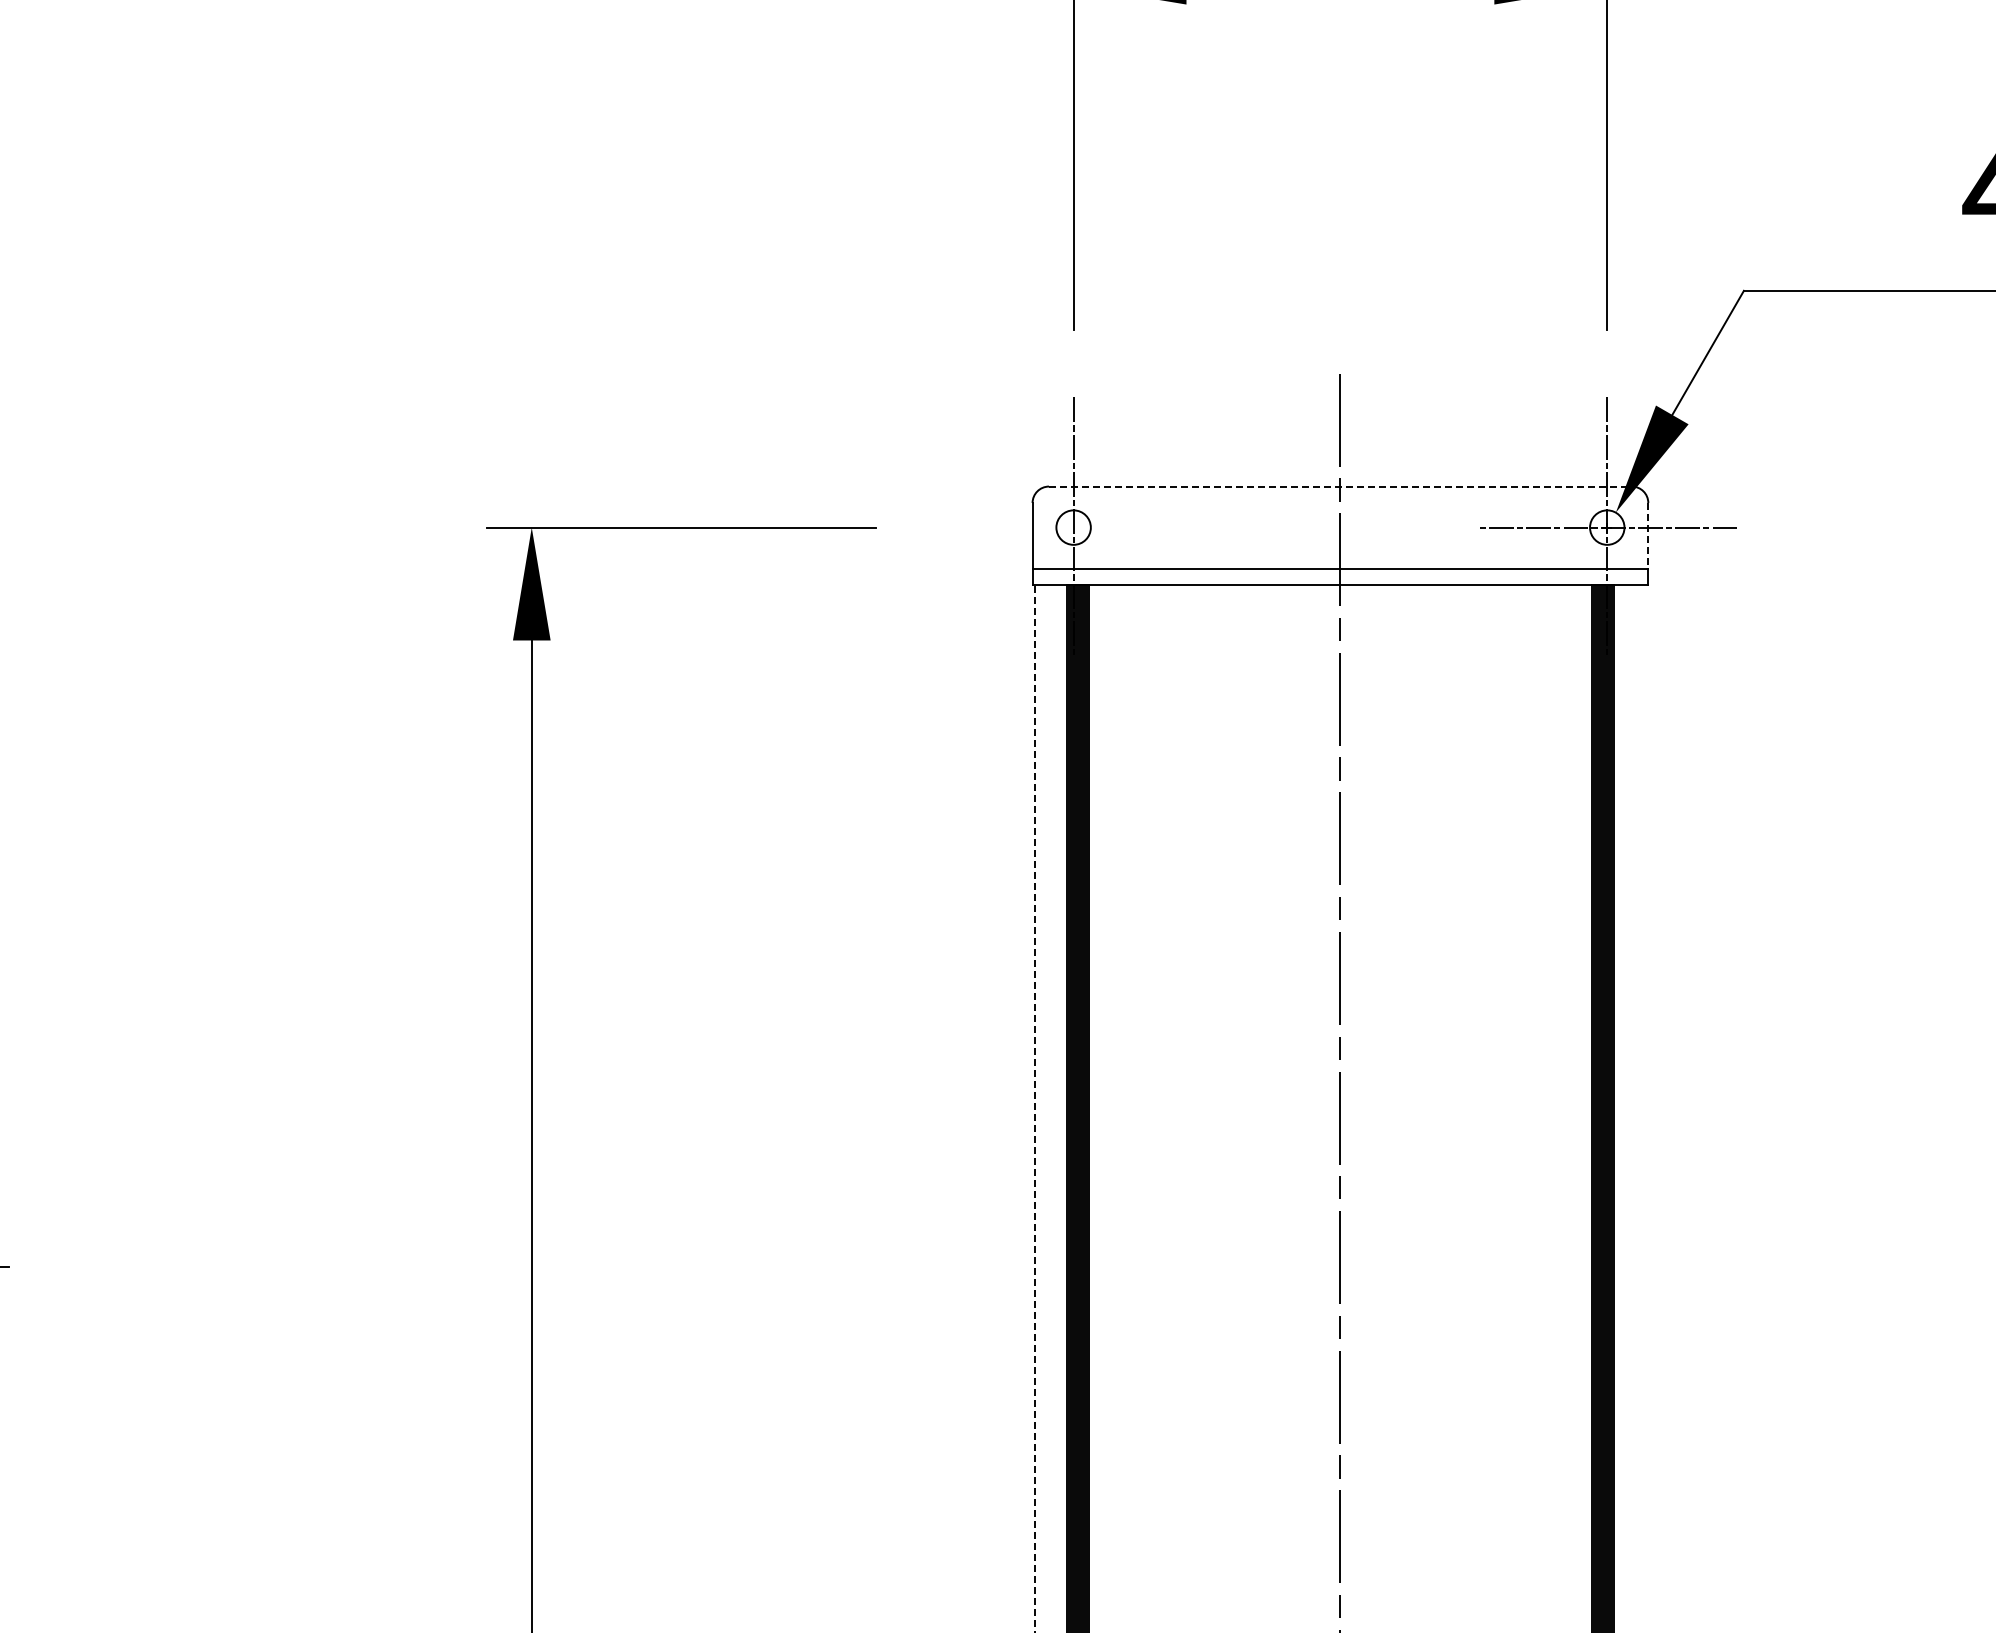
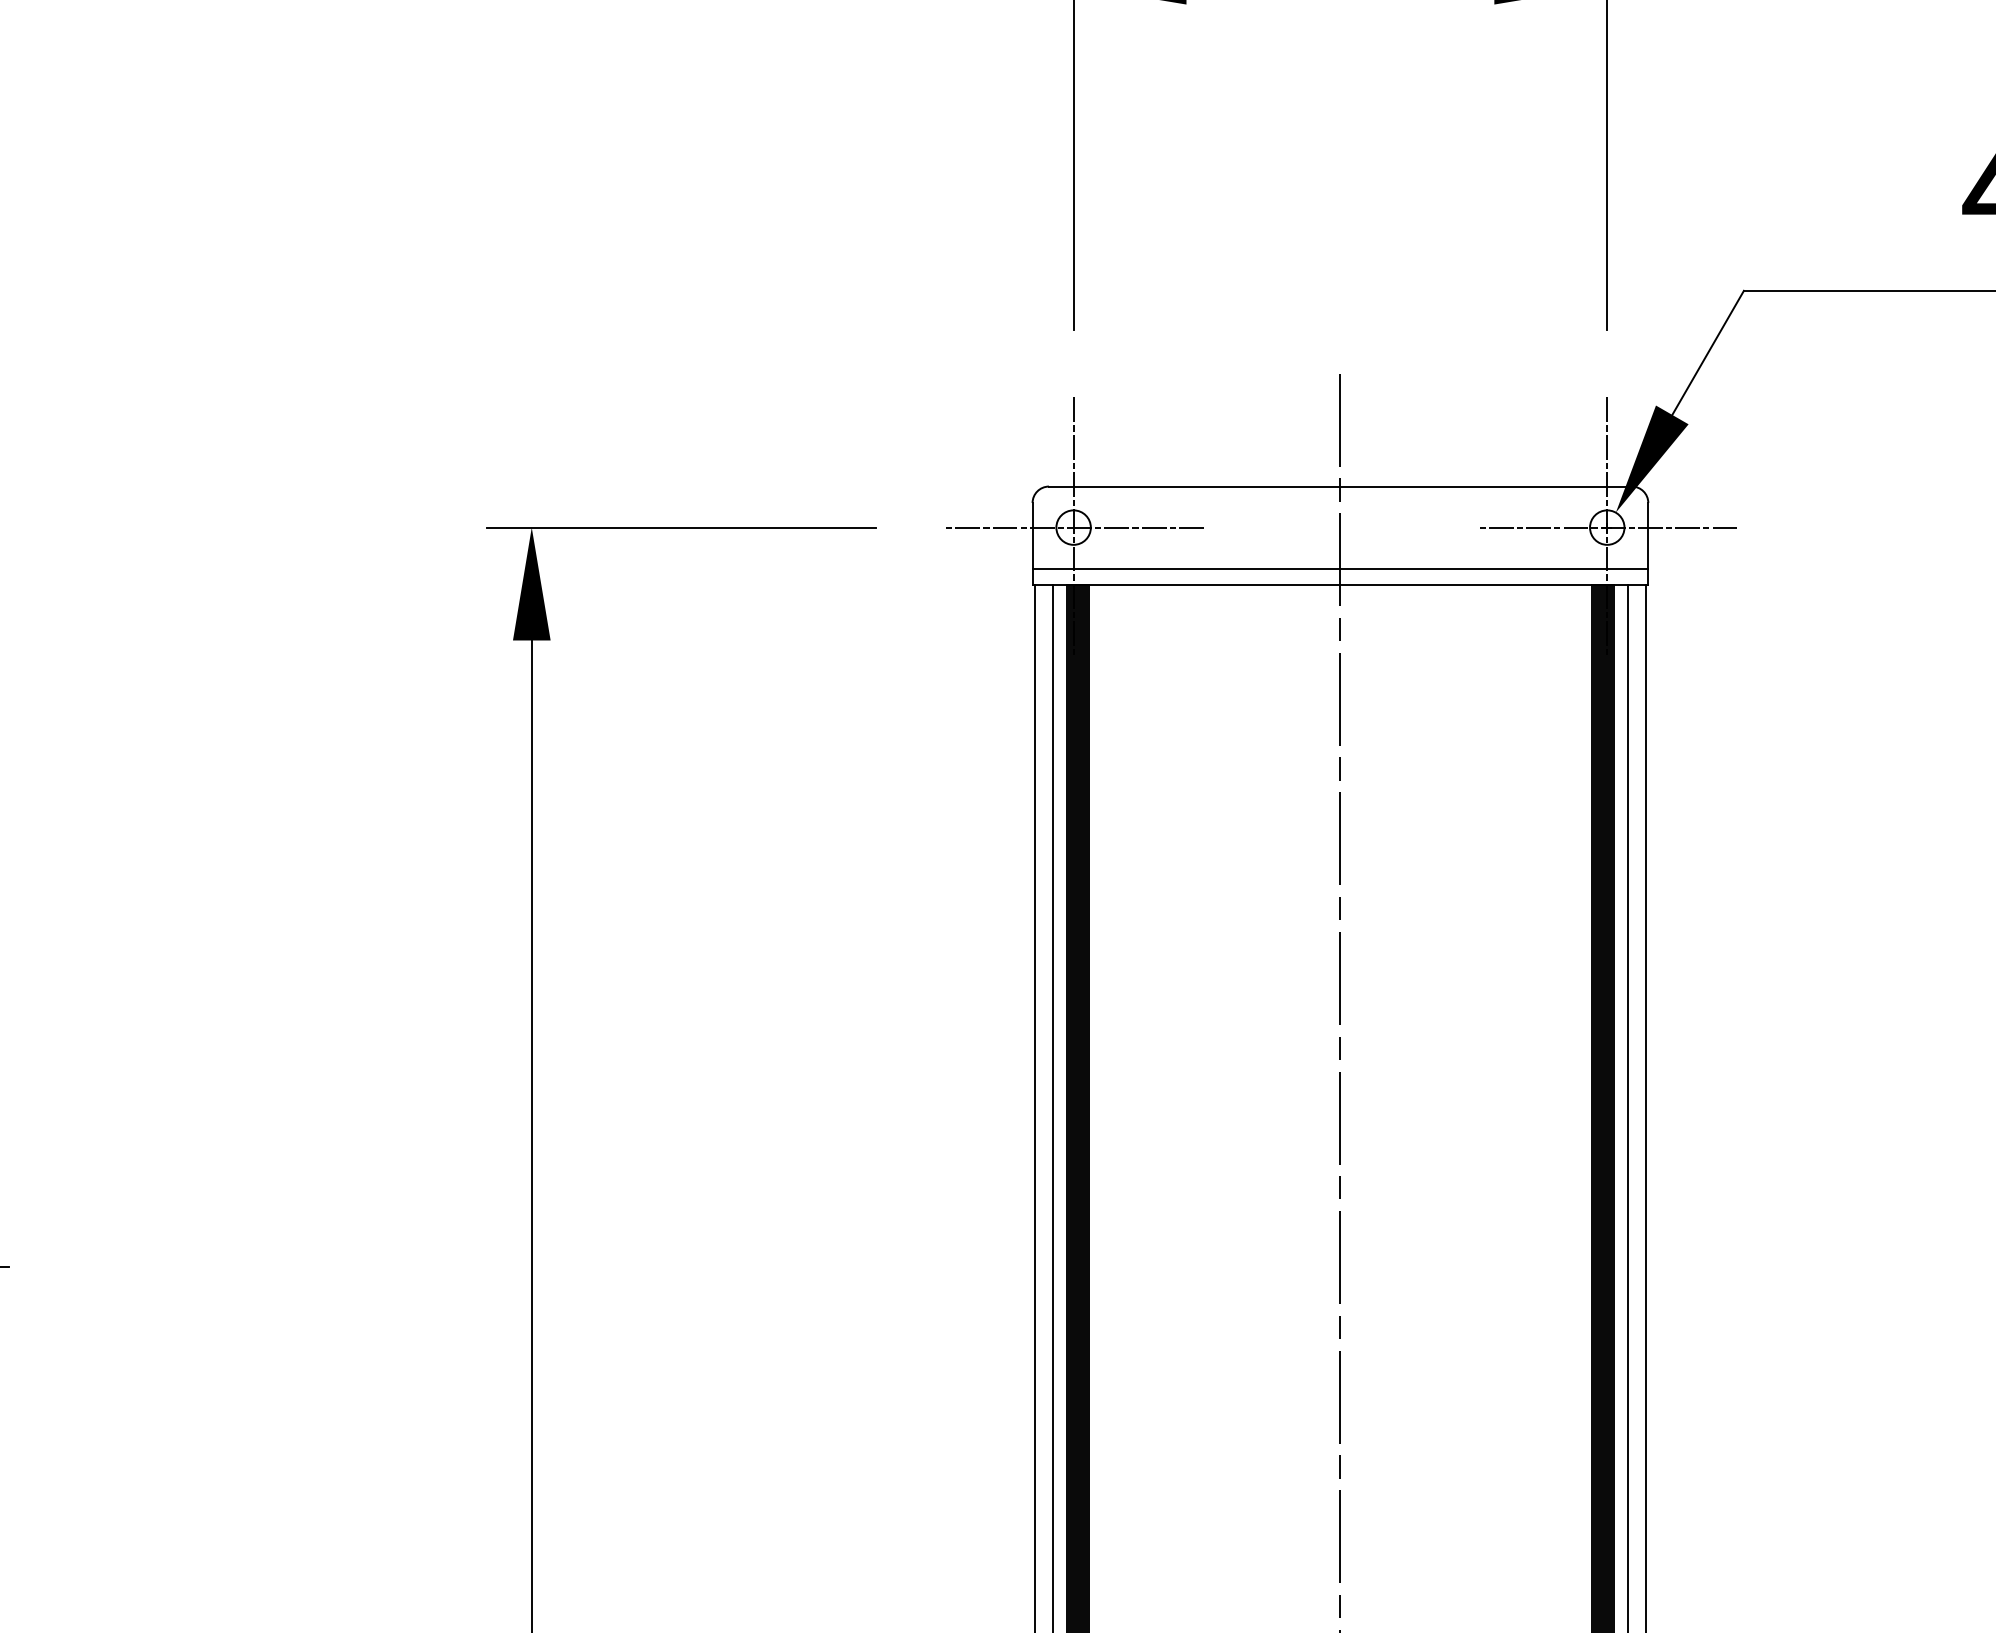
line at (1340, 486): dashed -> solid
line at (1073, 527): none -> present
line at (1648, 535): dashed -> solid
line at (1053, 1107): none -> present
line at (1627, 1107): none -> present
line at (1645, 1107): none -> present
line at (1035, 1108): dashed -> solid
